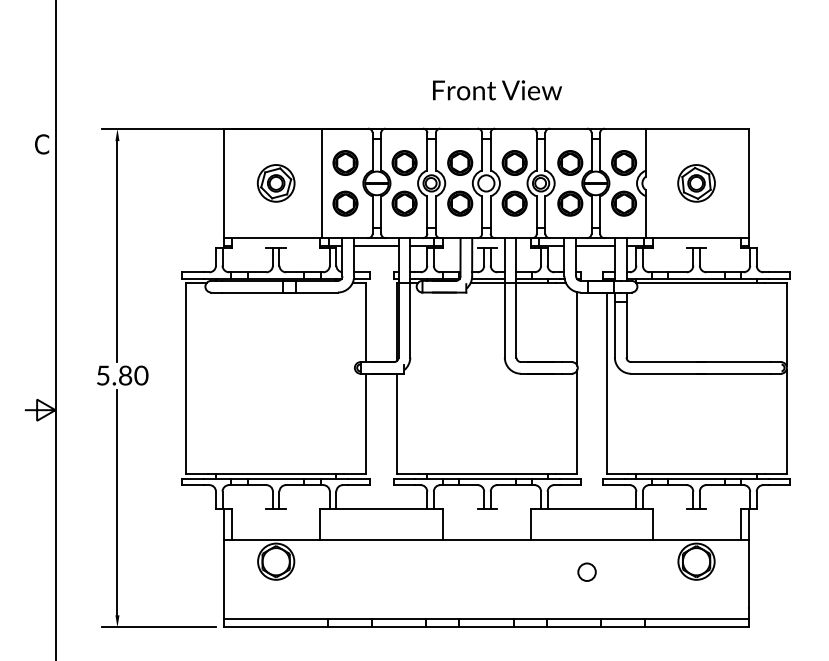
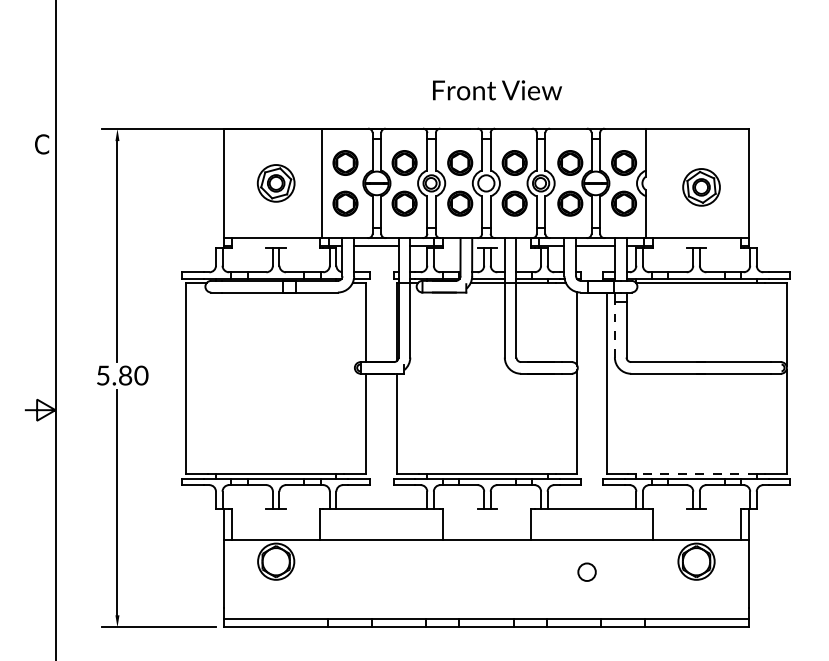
part at (696, 183) position: (696, 183) -> (701, 187)
line at (614, 329): solid -> dashed
line at (696, 474): solid -> dashed
